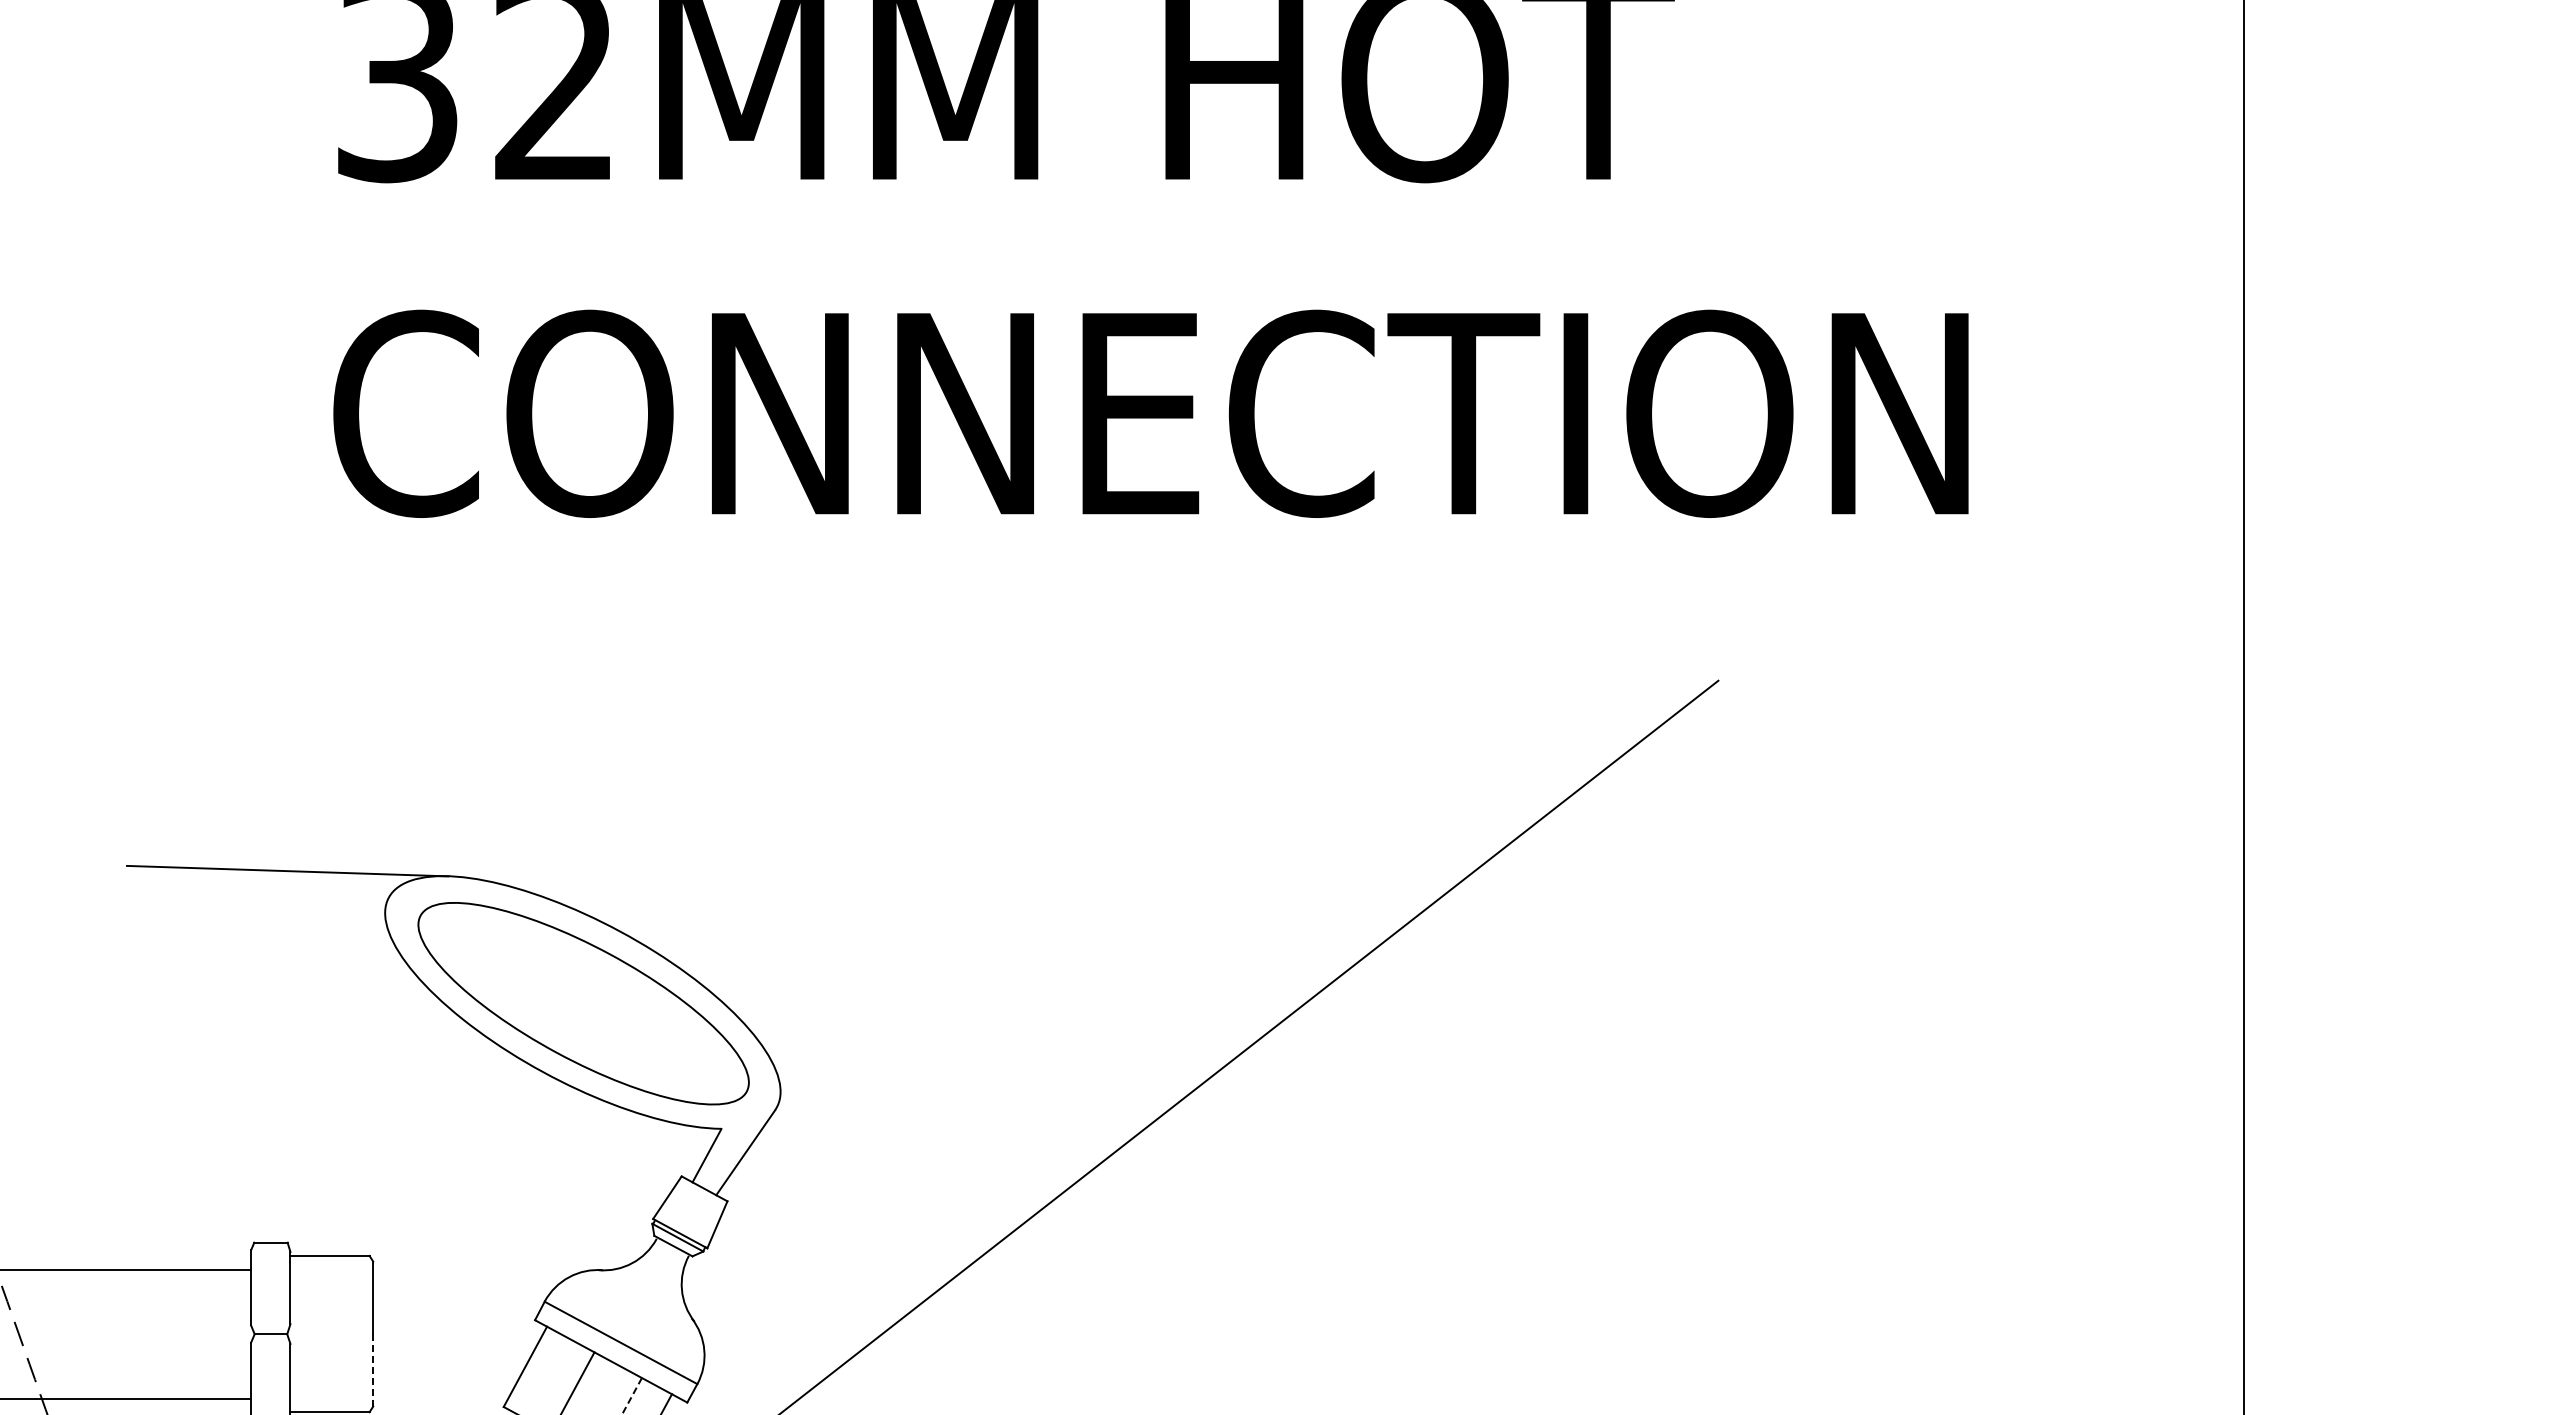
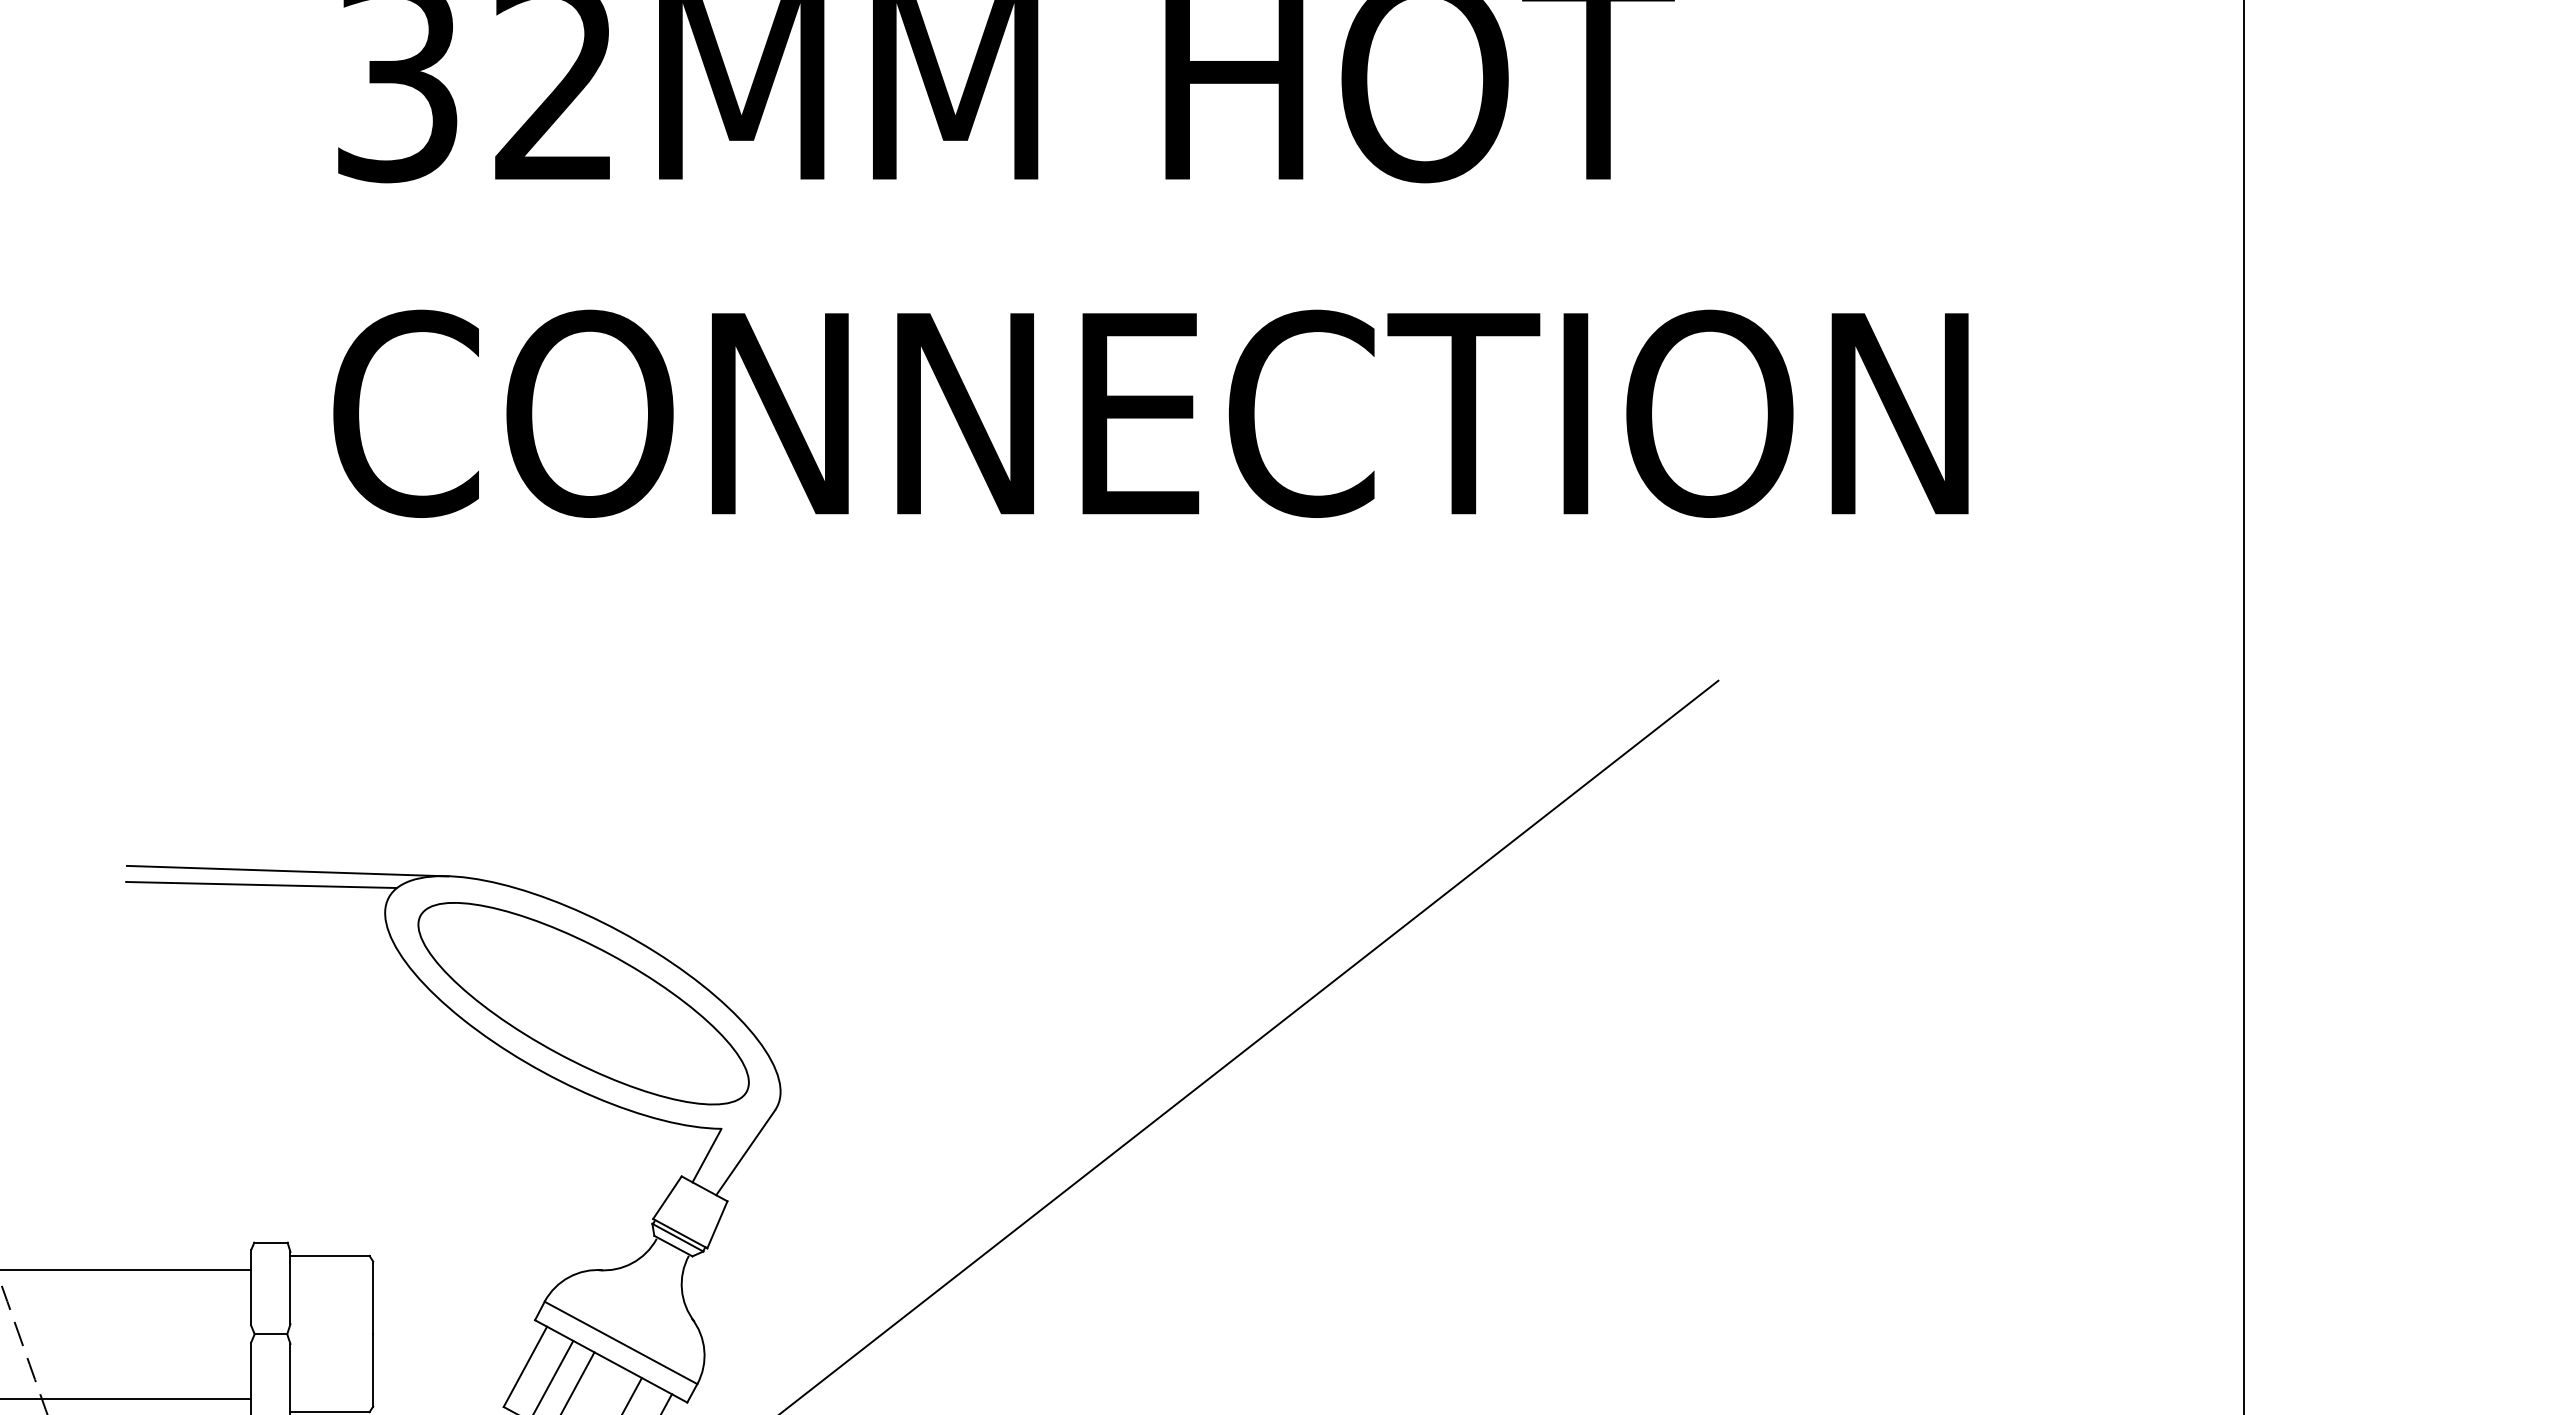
line at (261, 884): none -> present
line at (373, 1370): dashed -> solid
line at (554, 1376): none -> present
line at (631, 1396): dashed -> solid
